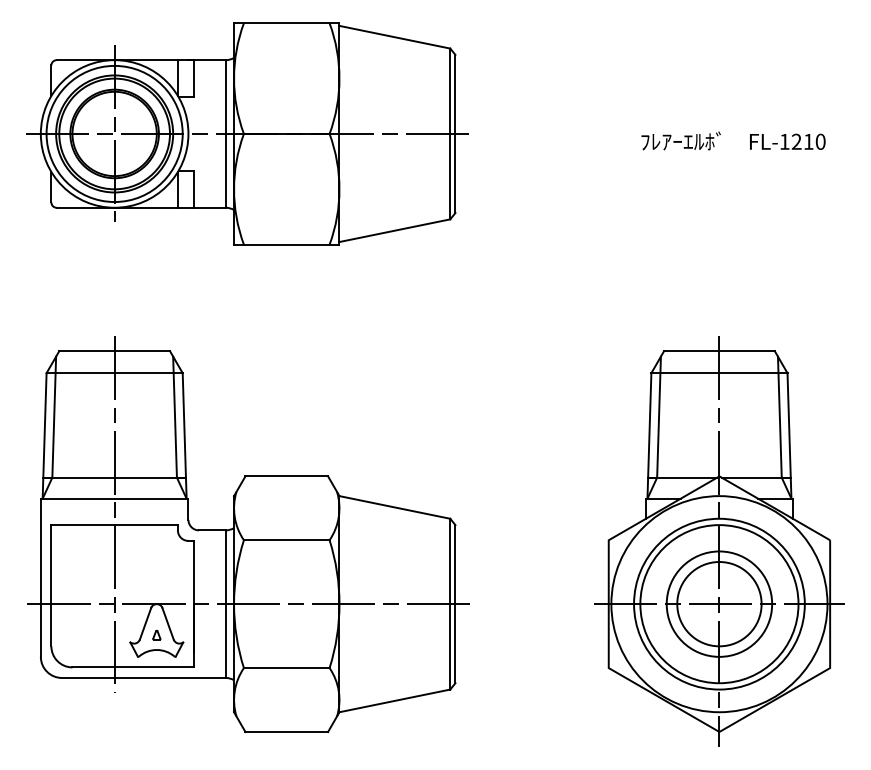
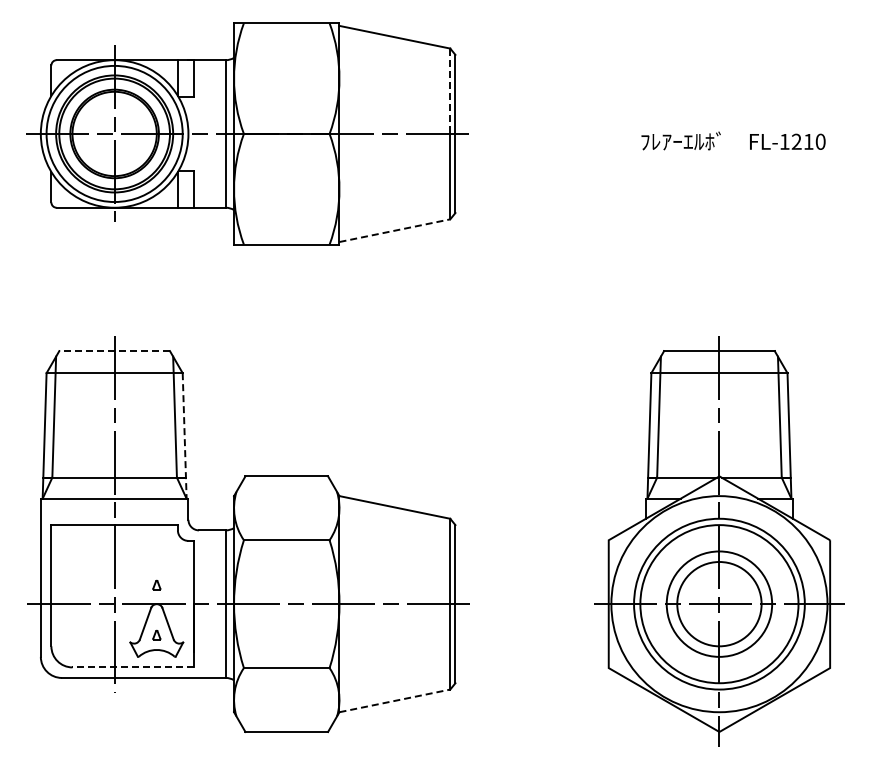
line at (450, 91): solid -> dashed
line at (394, 230): solid -> dashed
line at (114, 351): solid -> dashed
line at (184, 435): solid -> dashed
part at (156, 584): none -> present
line at (133, 667): solid -> dashed
line at (394, 700): solid -> dashed
